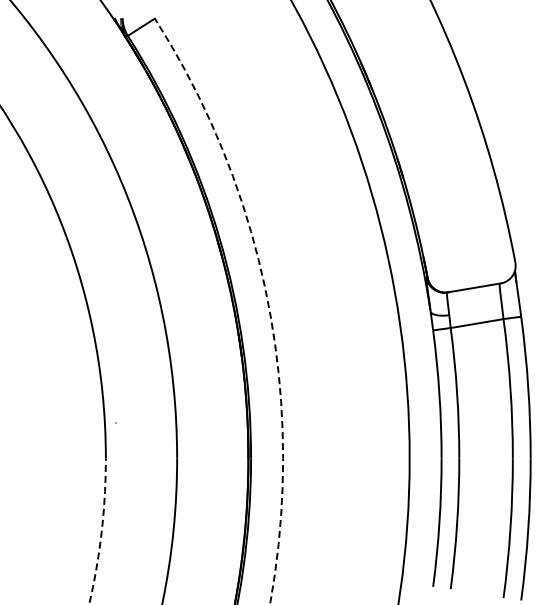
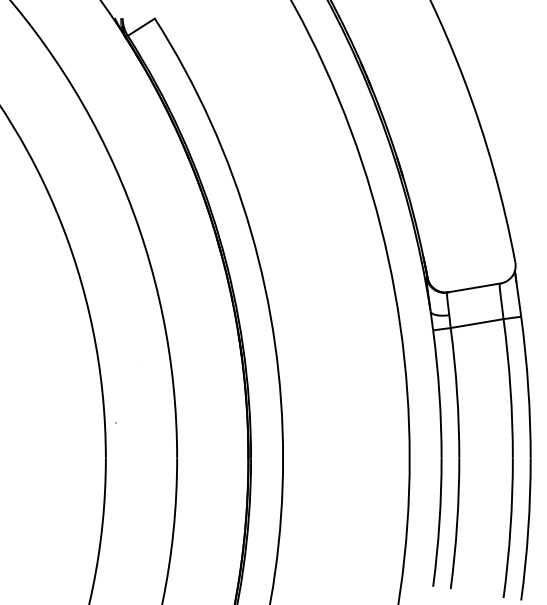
arc at (267, 298): dashed -> solid
arc at (101, 532): dashed -> solid
